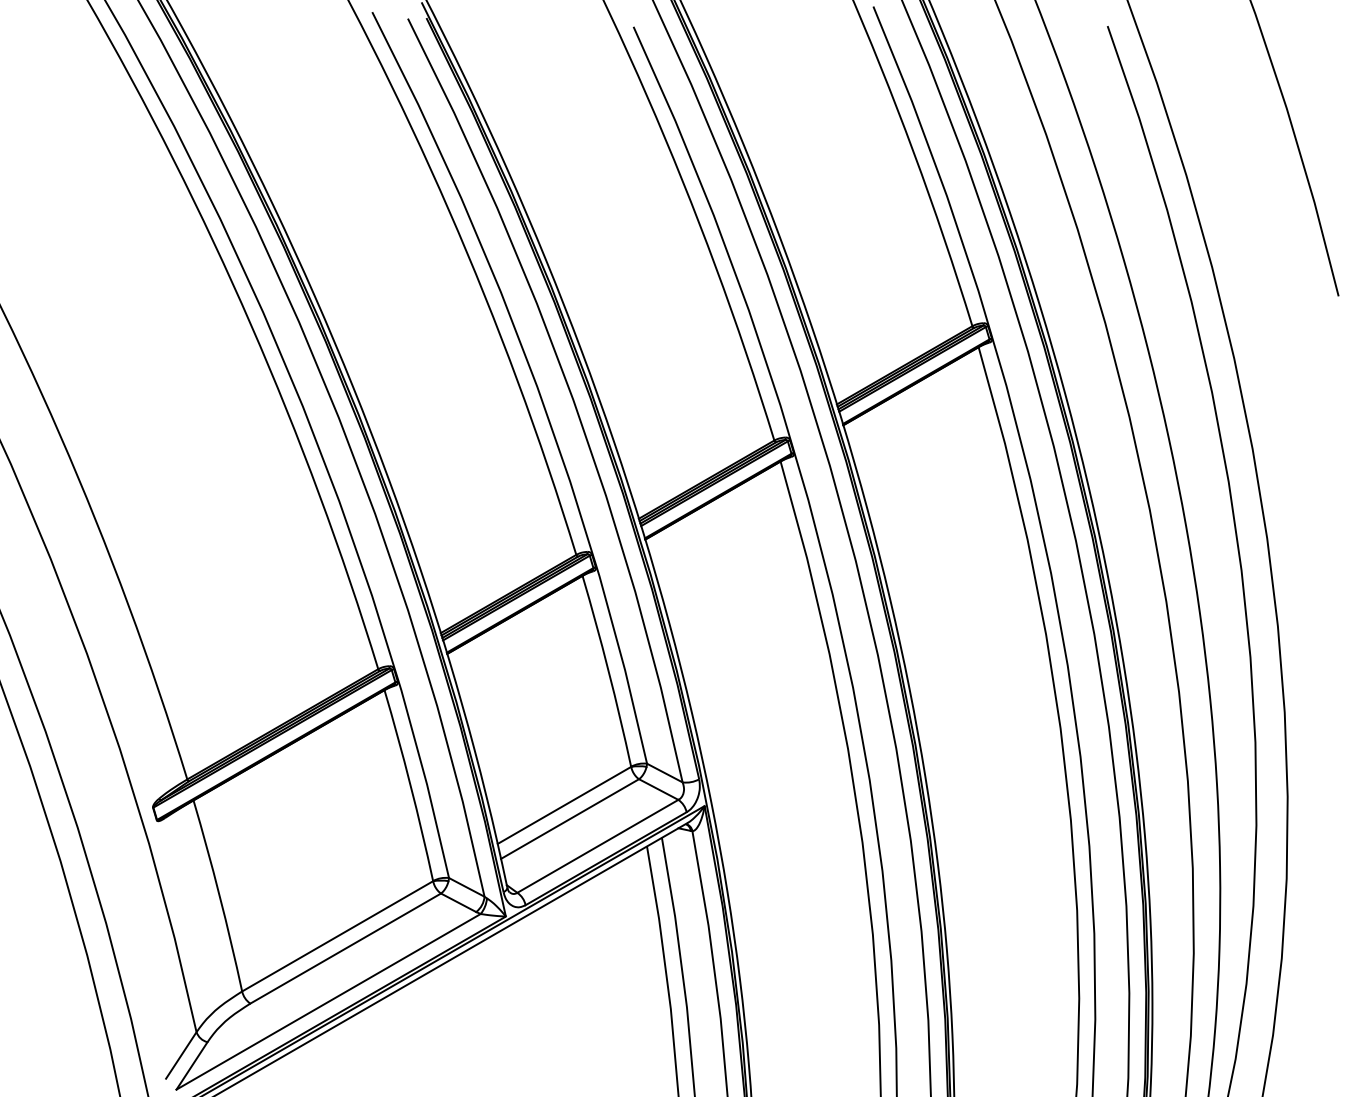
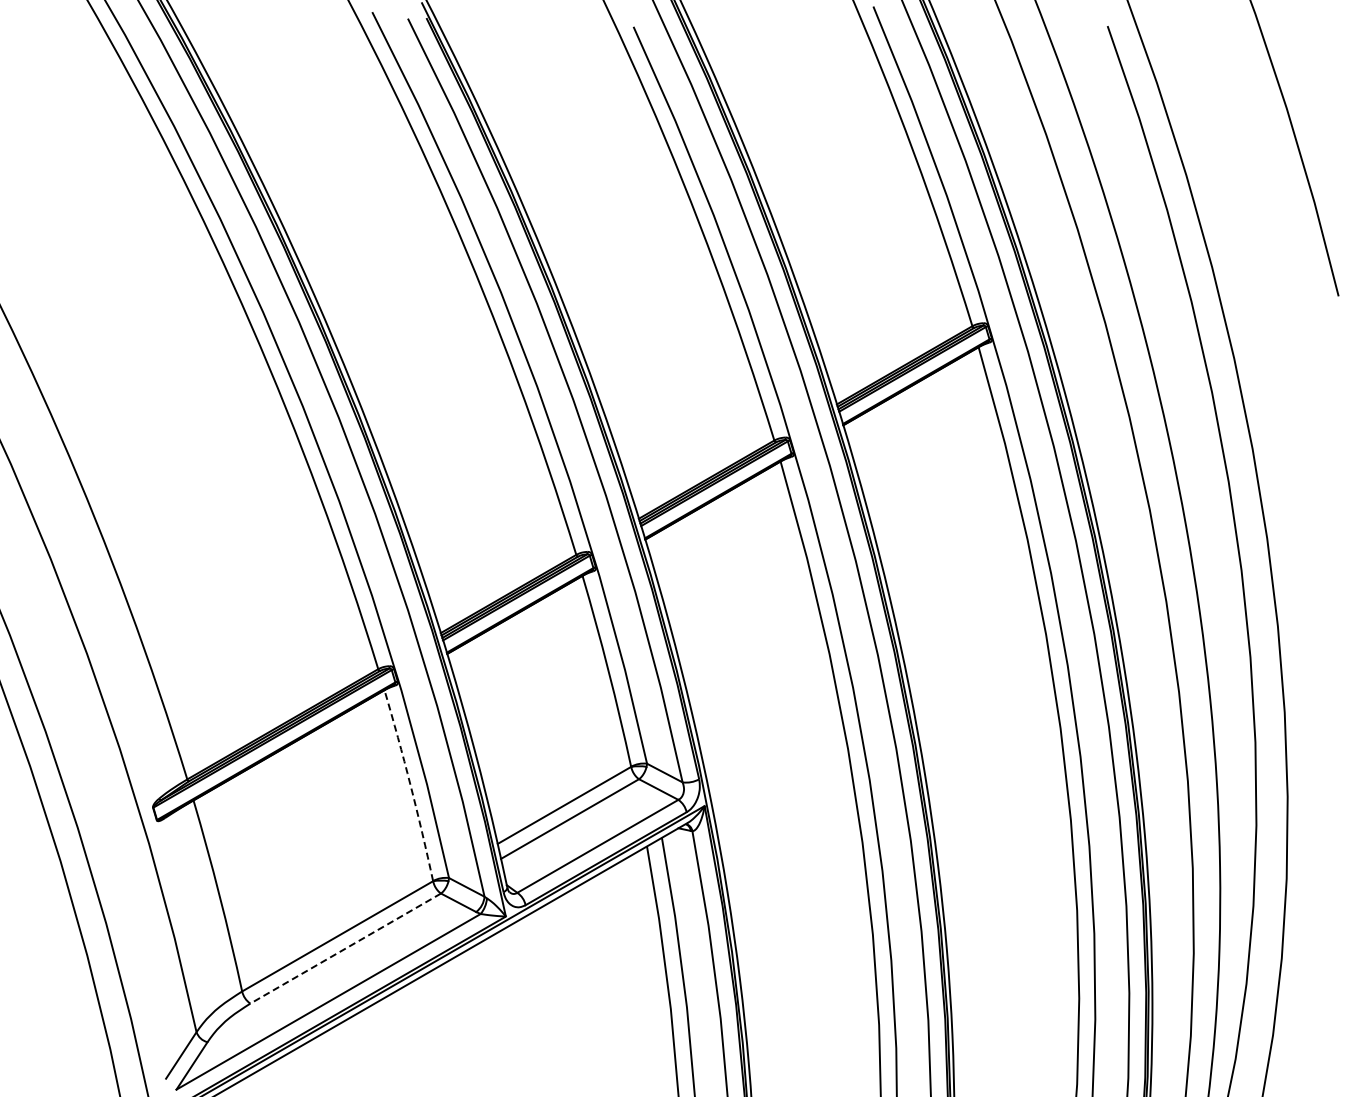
arc at (410, 785): solid -> dashed
line at (345, 948): solid -> dashed
